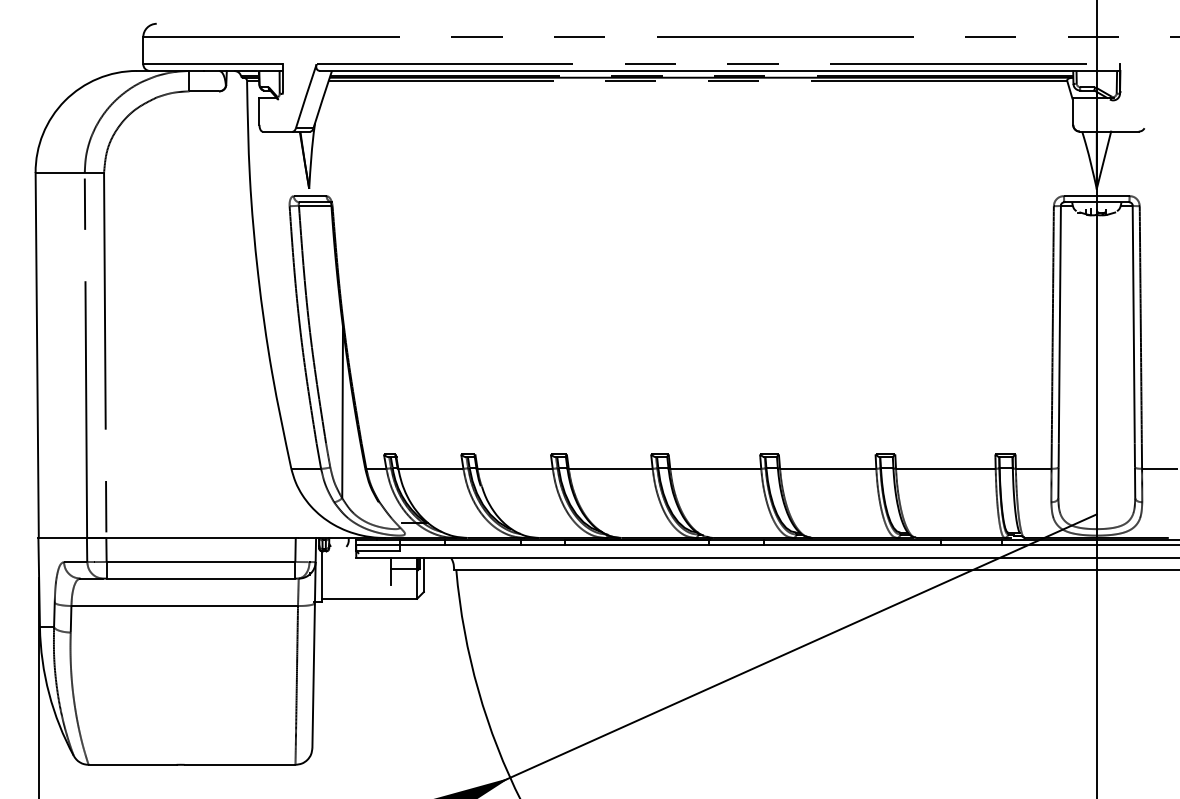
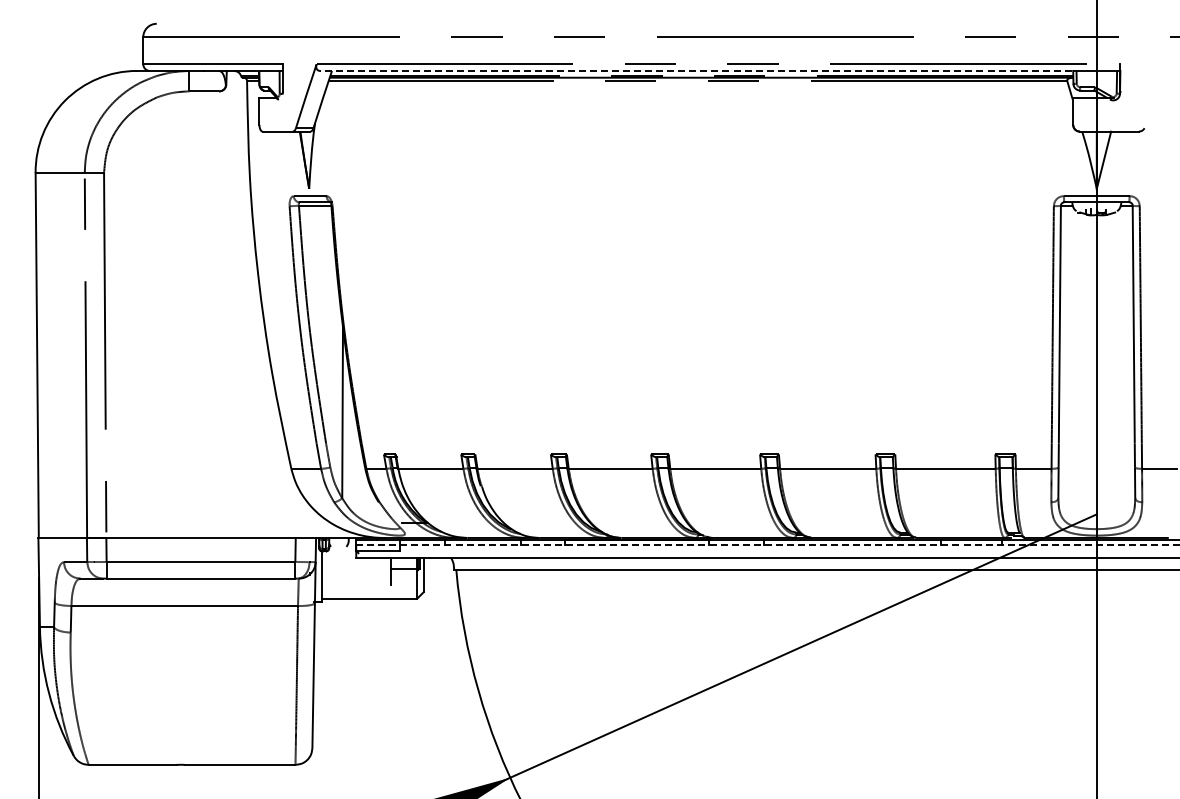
line at (696, 70): solid -> dashed
line at (767, 544): solid -> dashed
